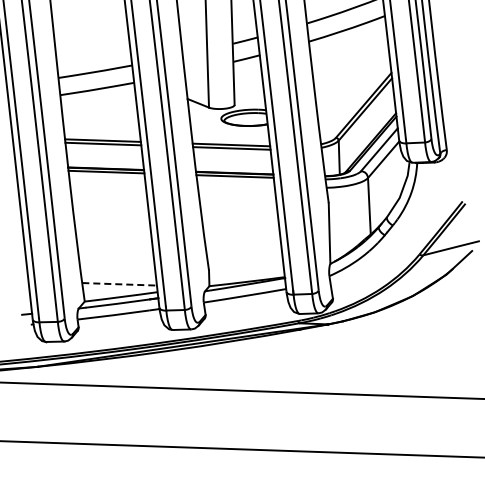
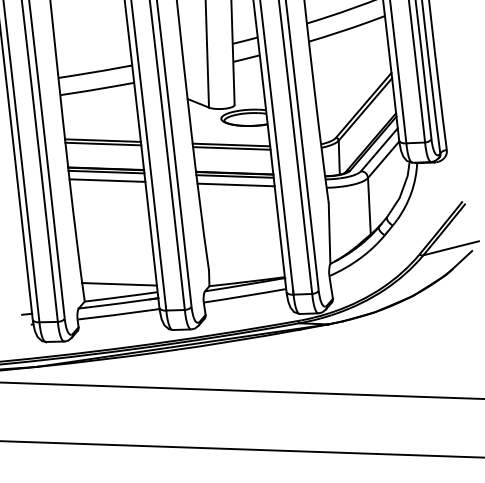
line at (107, 180): none -> present
line at (235, 184): none -> present
line at (120, 284): dashed -> solid
